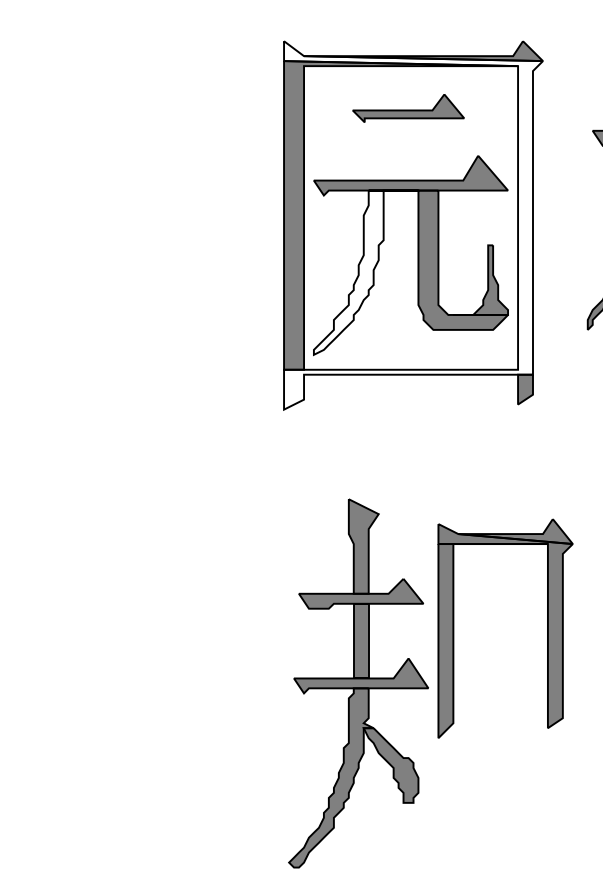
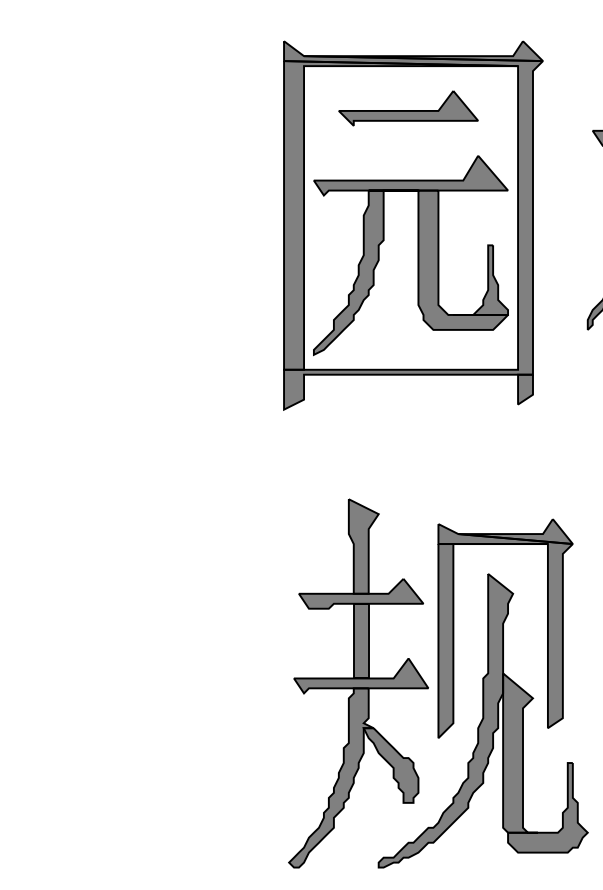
part at (408, 108) size: 113x29 px -> 141x37 px
fill at (413, 225): none -> present
fill at (365, 272): none -> present
part at (482, 720): none -> present
